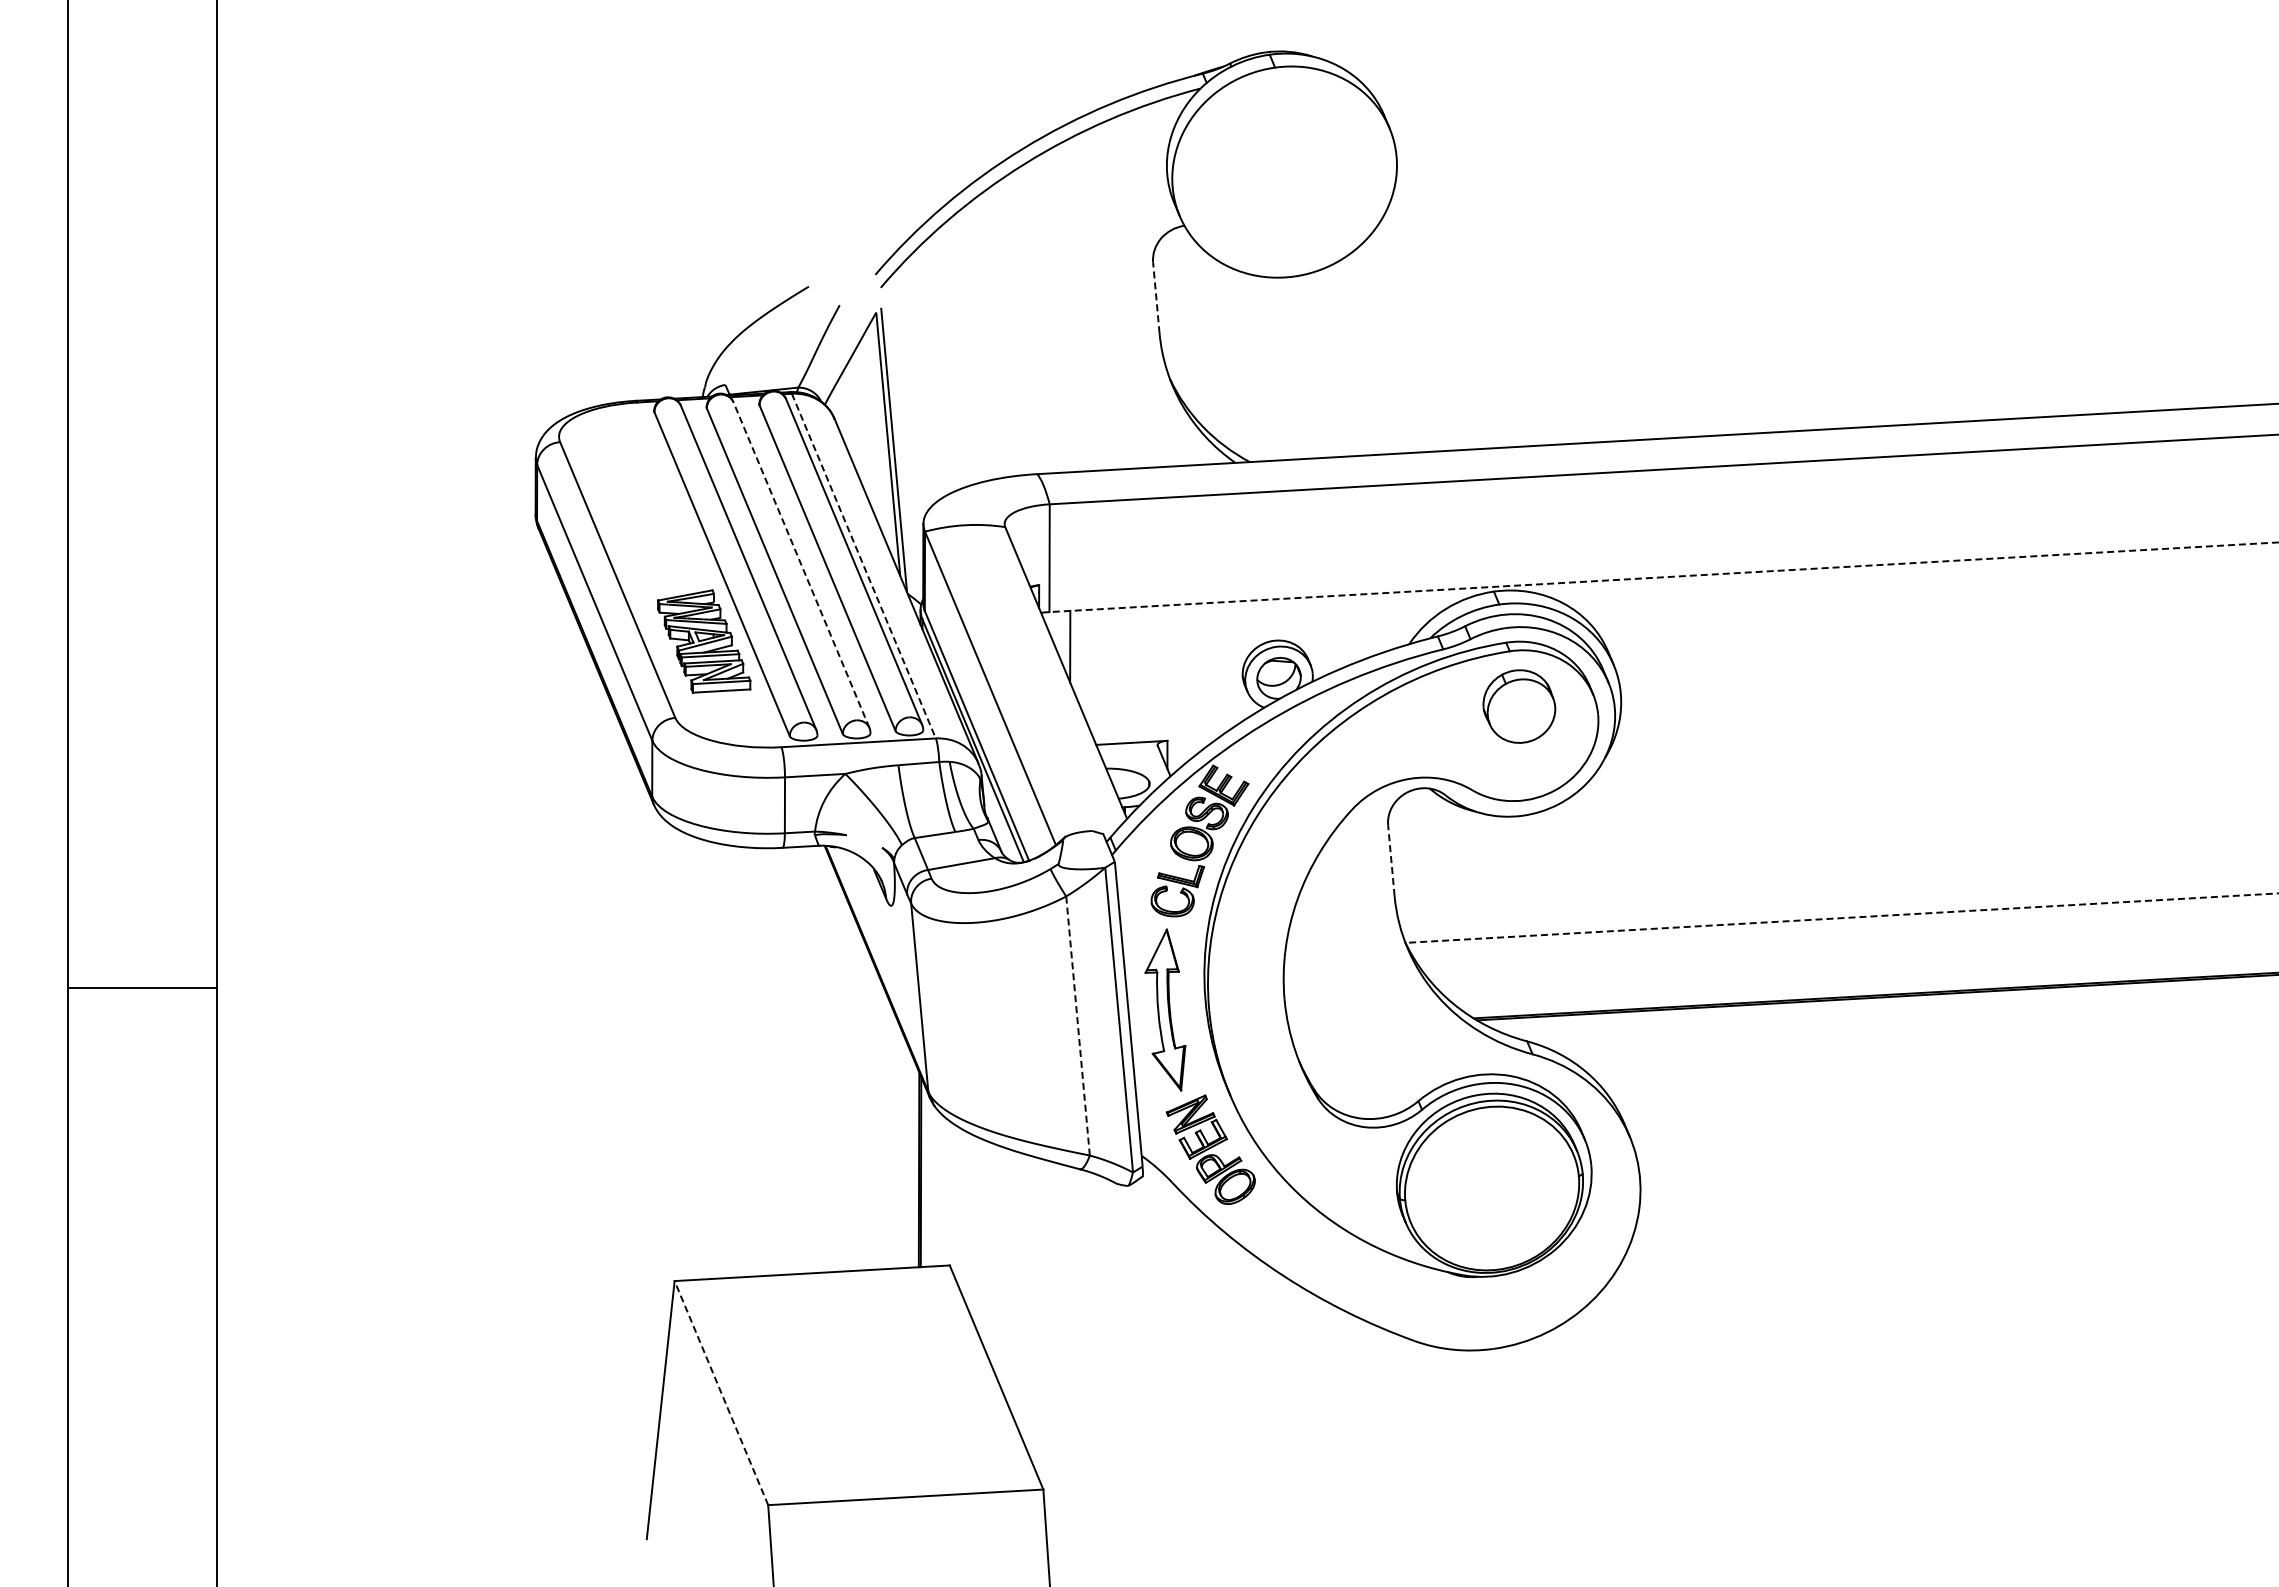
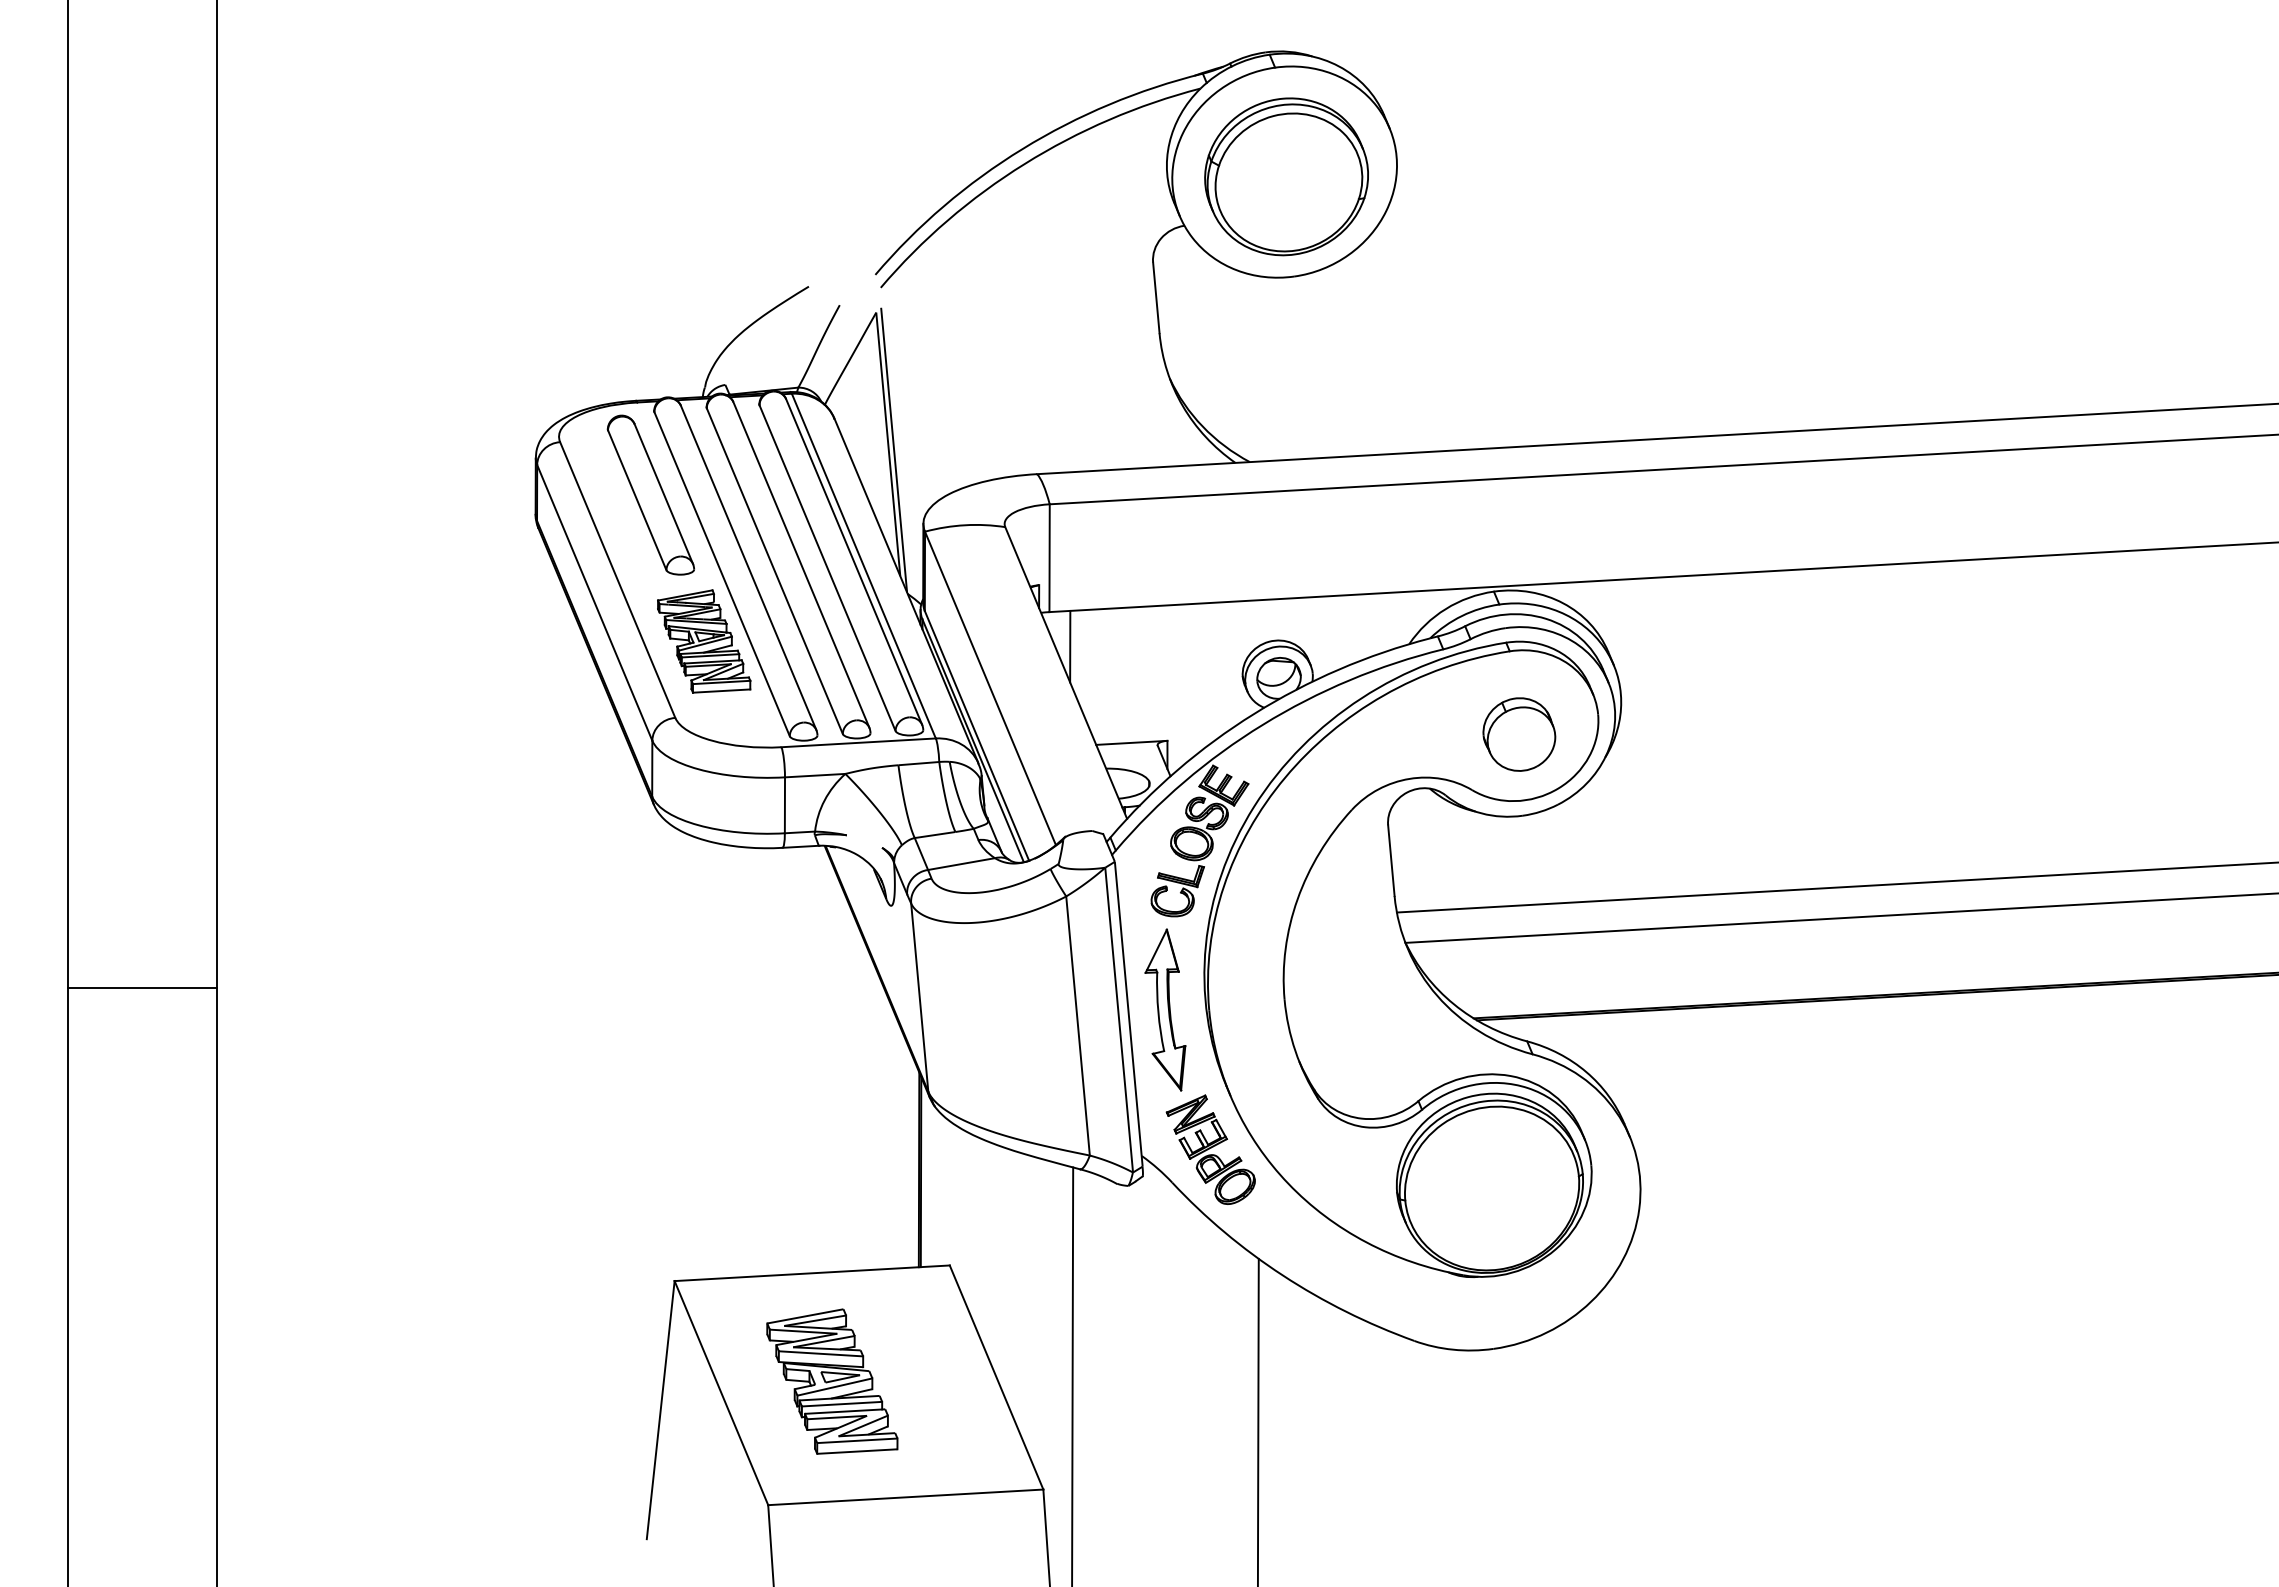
part at (1286, 176): none -> present
line at (1156, 297): dashed -> solid
part at (650, 494): none -> present
line at (801, 565): dashed -> solid
line at (863, 566): dashed -> solid
line at (1663, 577): dashed -> solid
part at (1519, 706) position: (1519, 706) -> (1519, 734)
line at (1391, 860): dashed -> solid
line at (1835, 887): none -> present
line at (1841, 918): dashed -> solid
line at (1078, 1025): dashed -> solid
line at (1072, 1375): none -> present
part at (832, 1381): none -> present
line at (721, 1392): dashed -> solid
line at (1257, 1420): none -> present
